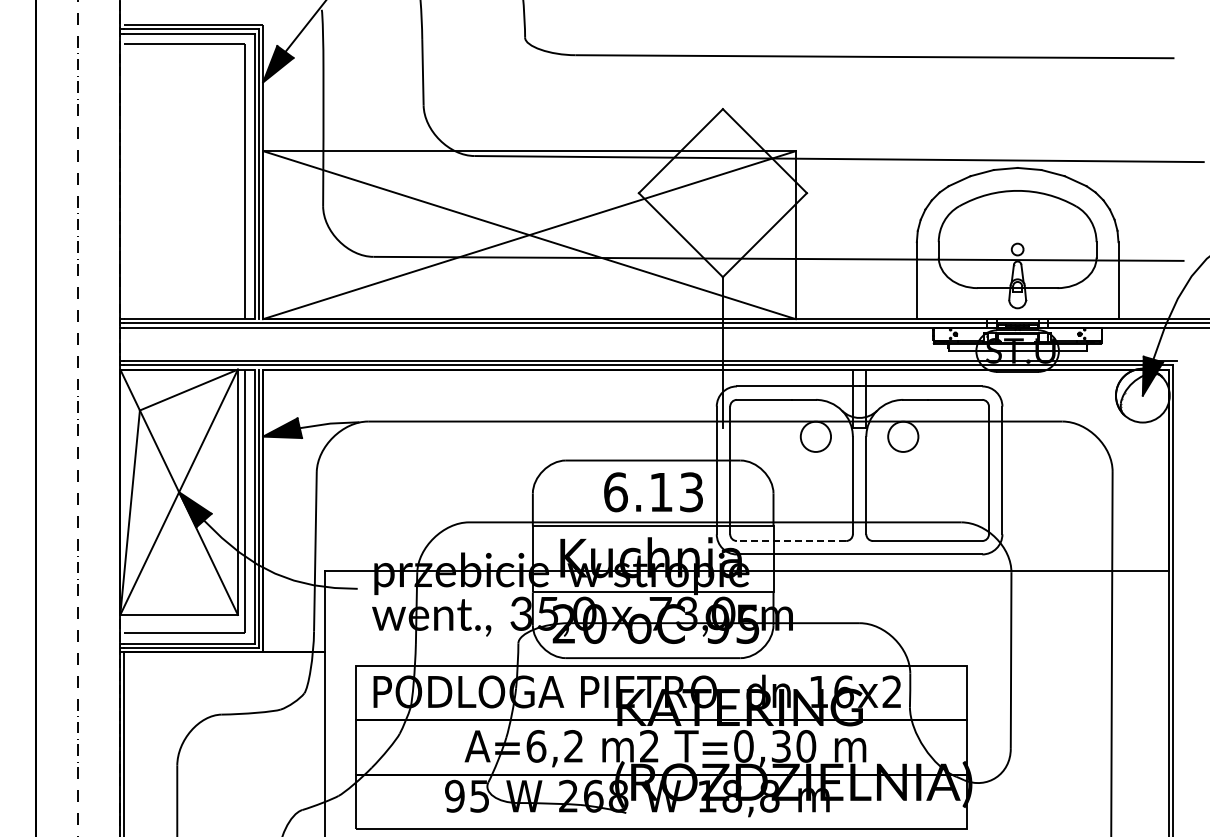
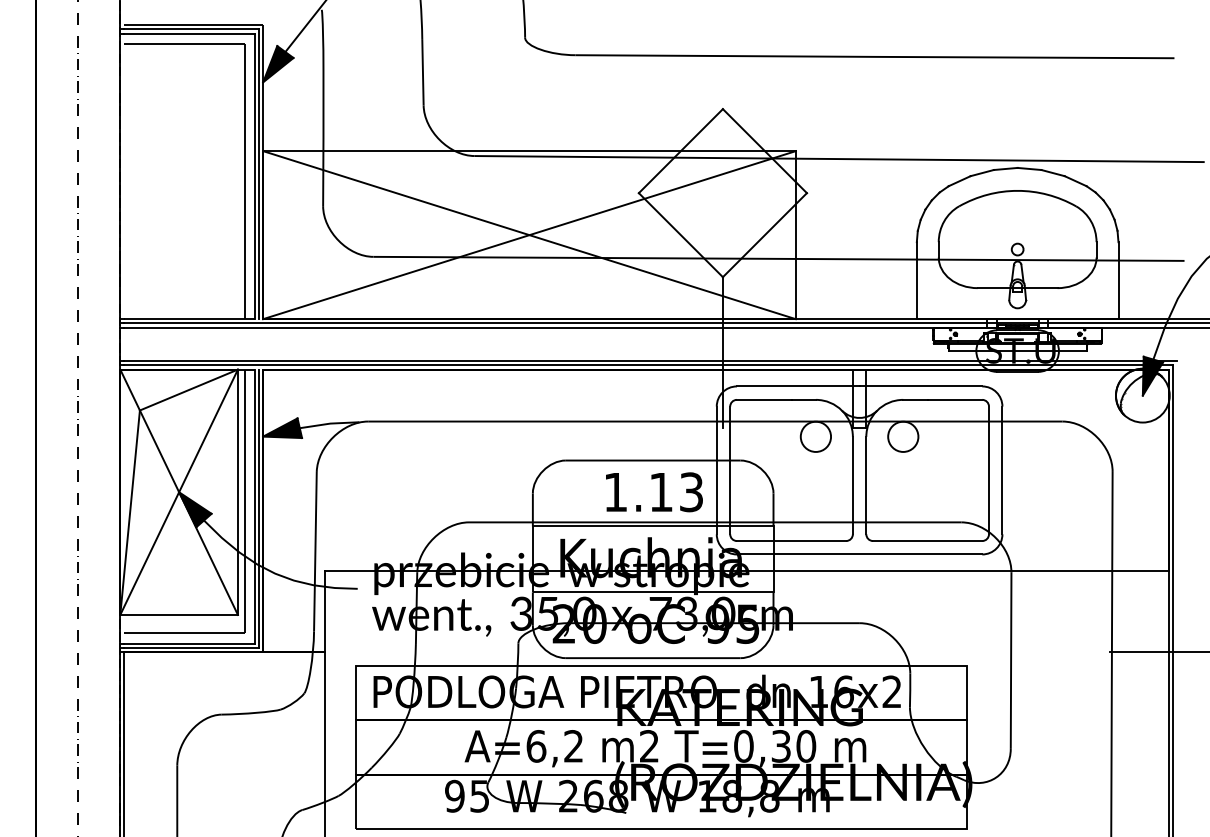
text at (615, 492): 6.13 -> 1.13
line at (791, 541): dashed -> solid
line at (1158, 652): none -> present
